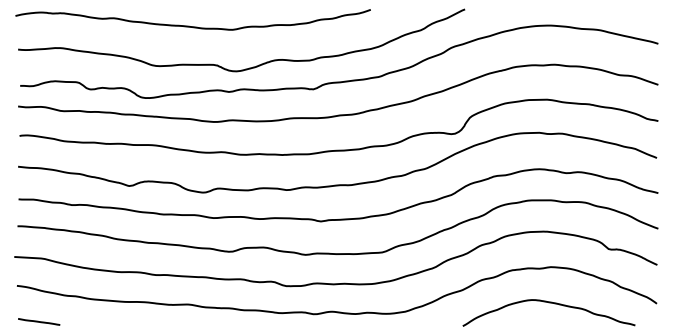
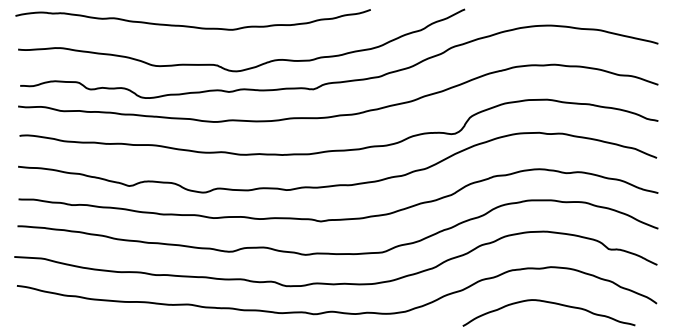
line at (39, 321): present -> none
